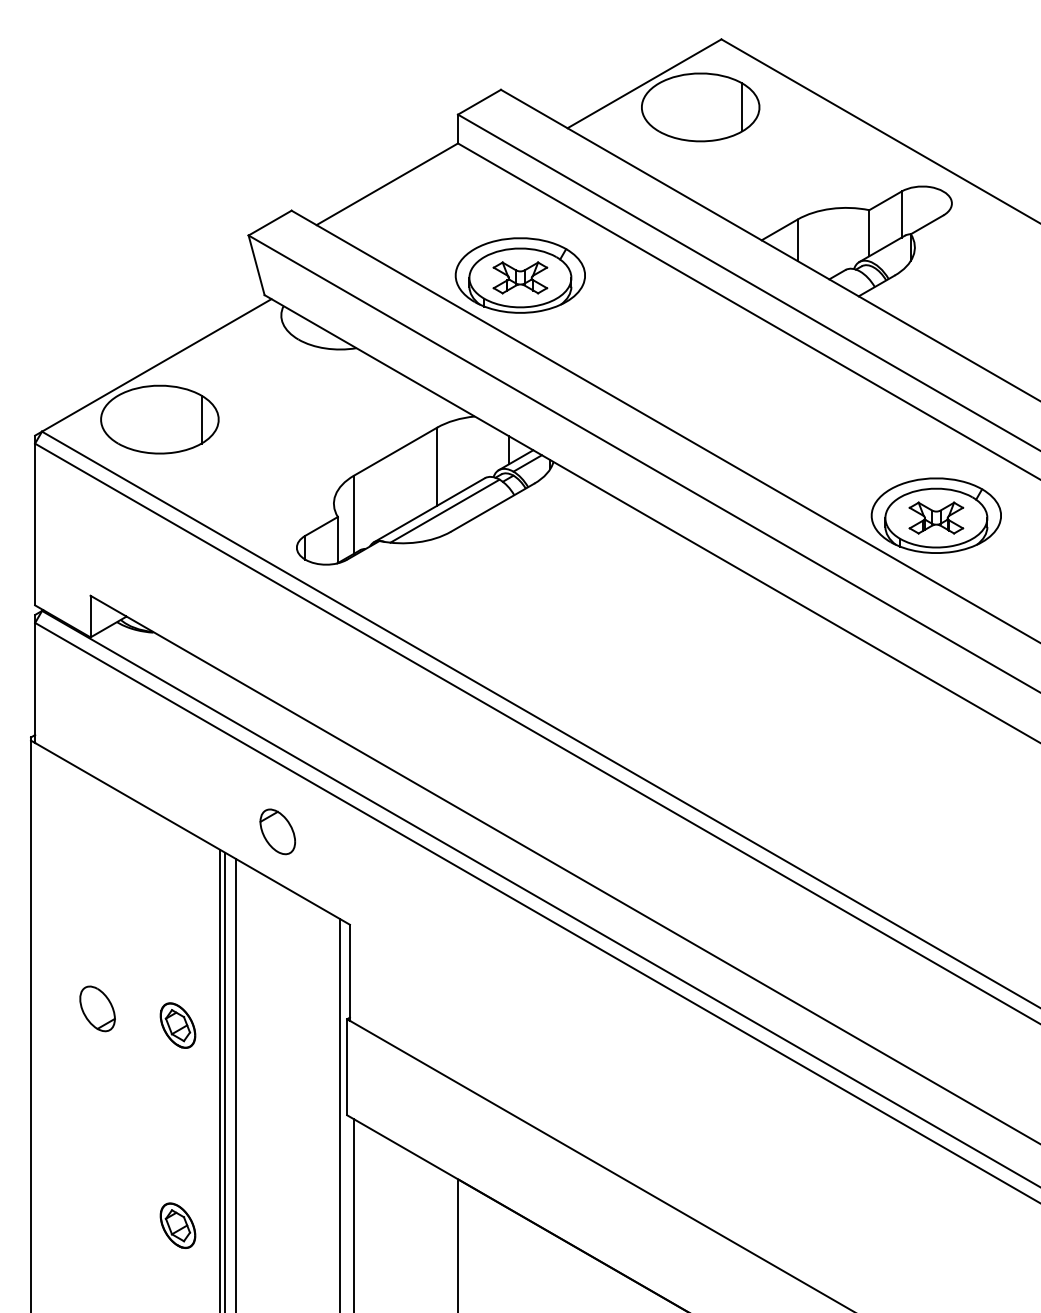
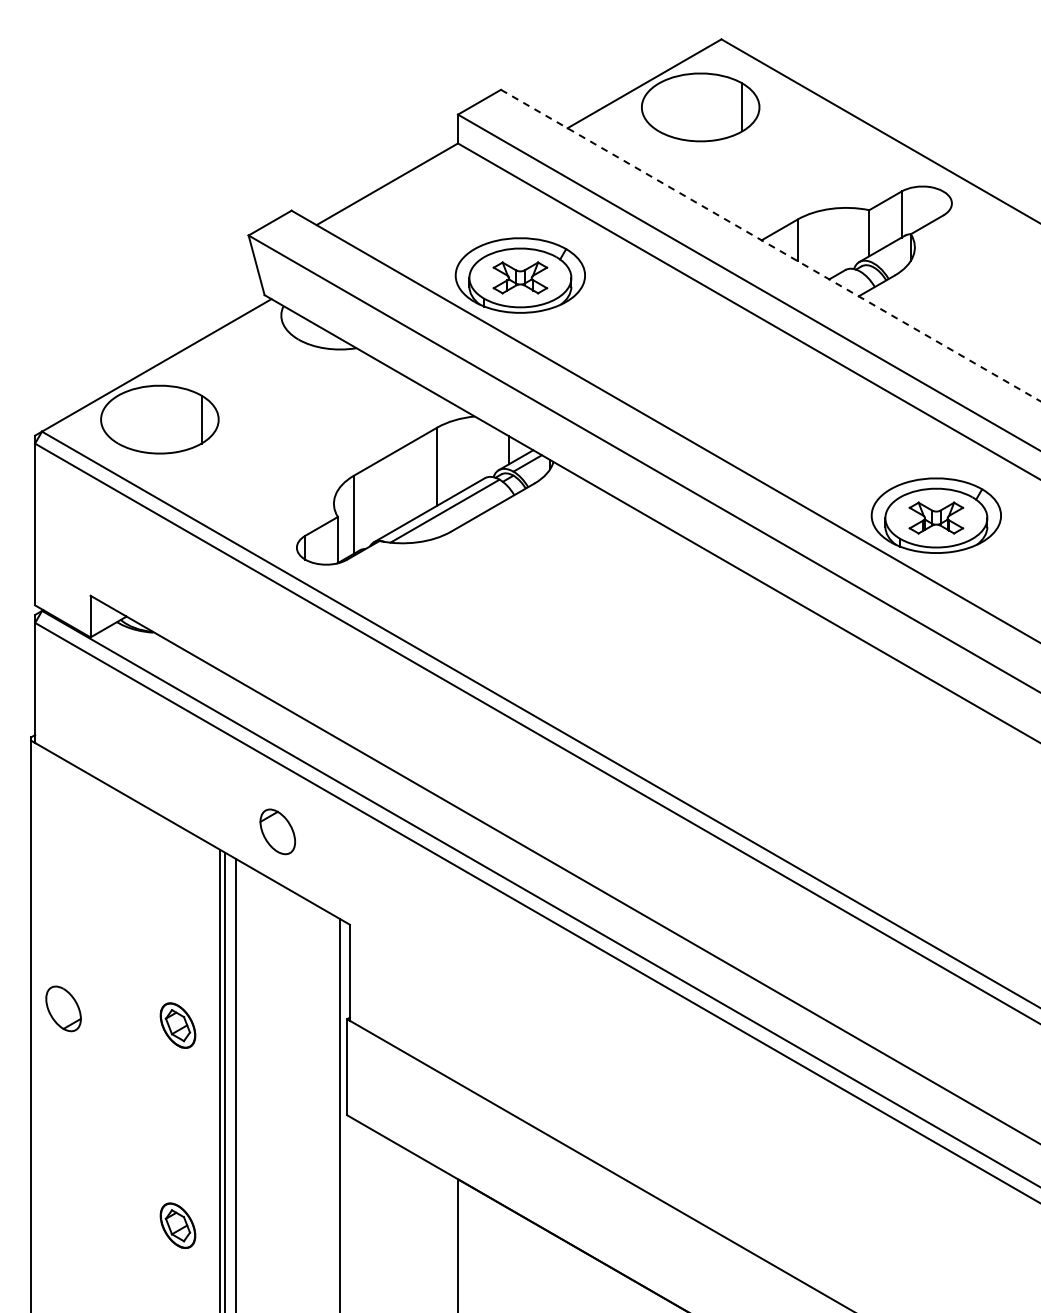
line at (771, 245): solid -> dashed
part at (97, 1008) position: (97, 1008) -> (63, 1008)
line at (354, 1214): present -> none
